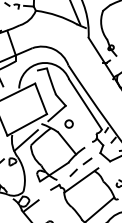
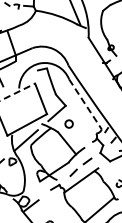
line at (18, 91): solid -> dashed
line at (85, 104): solid -> dashed
